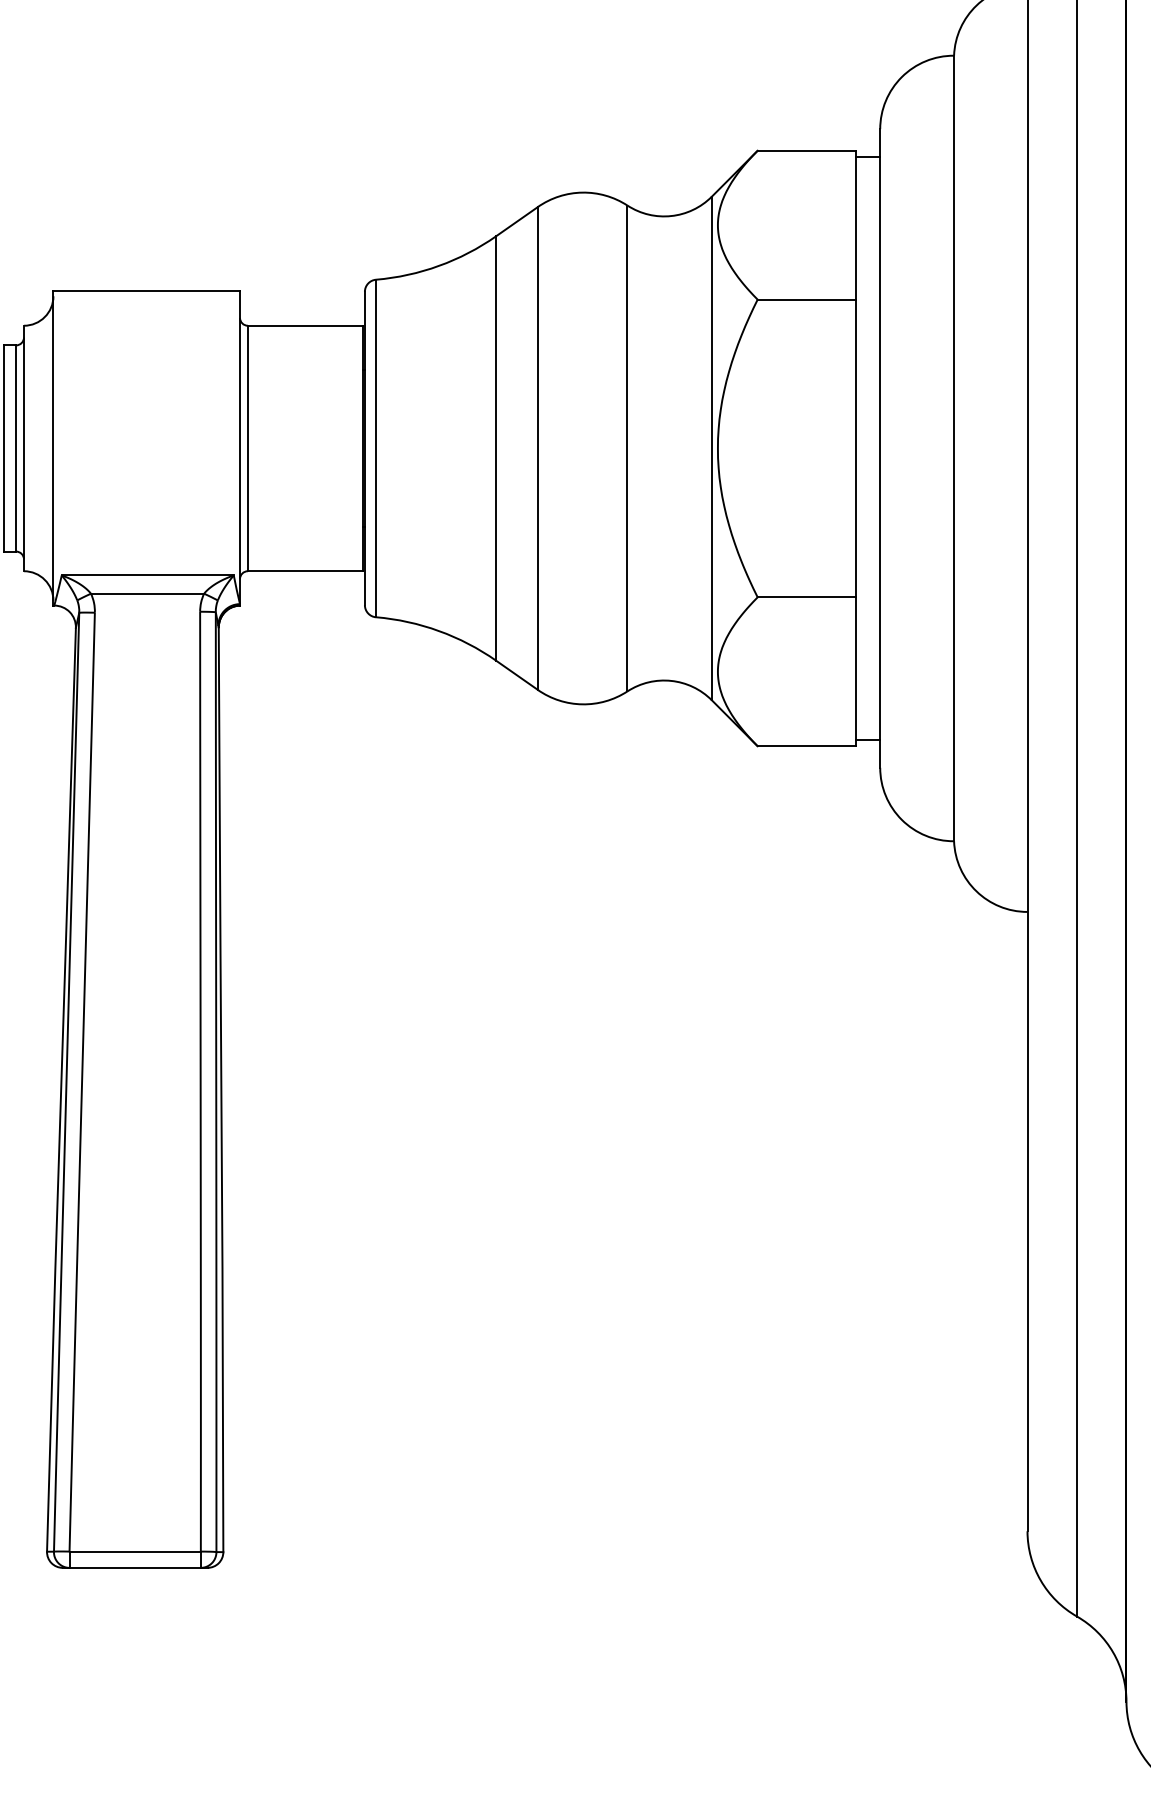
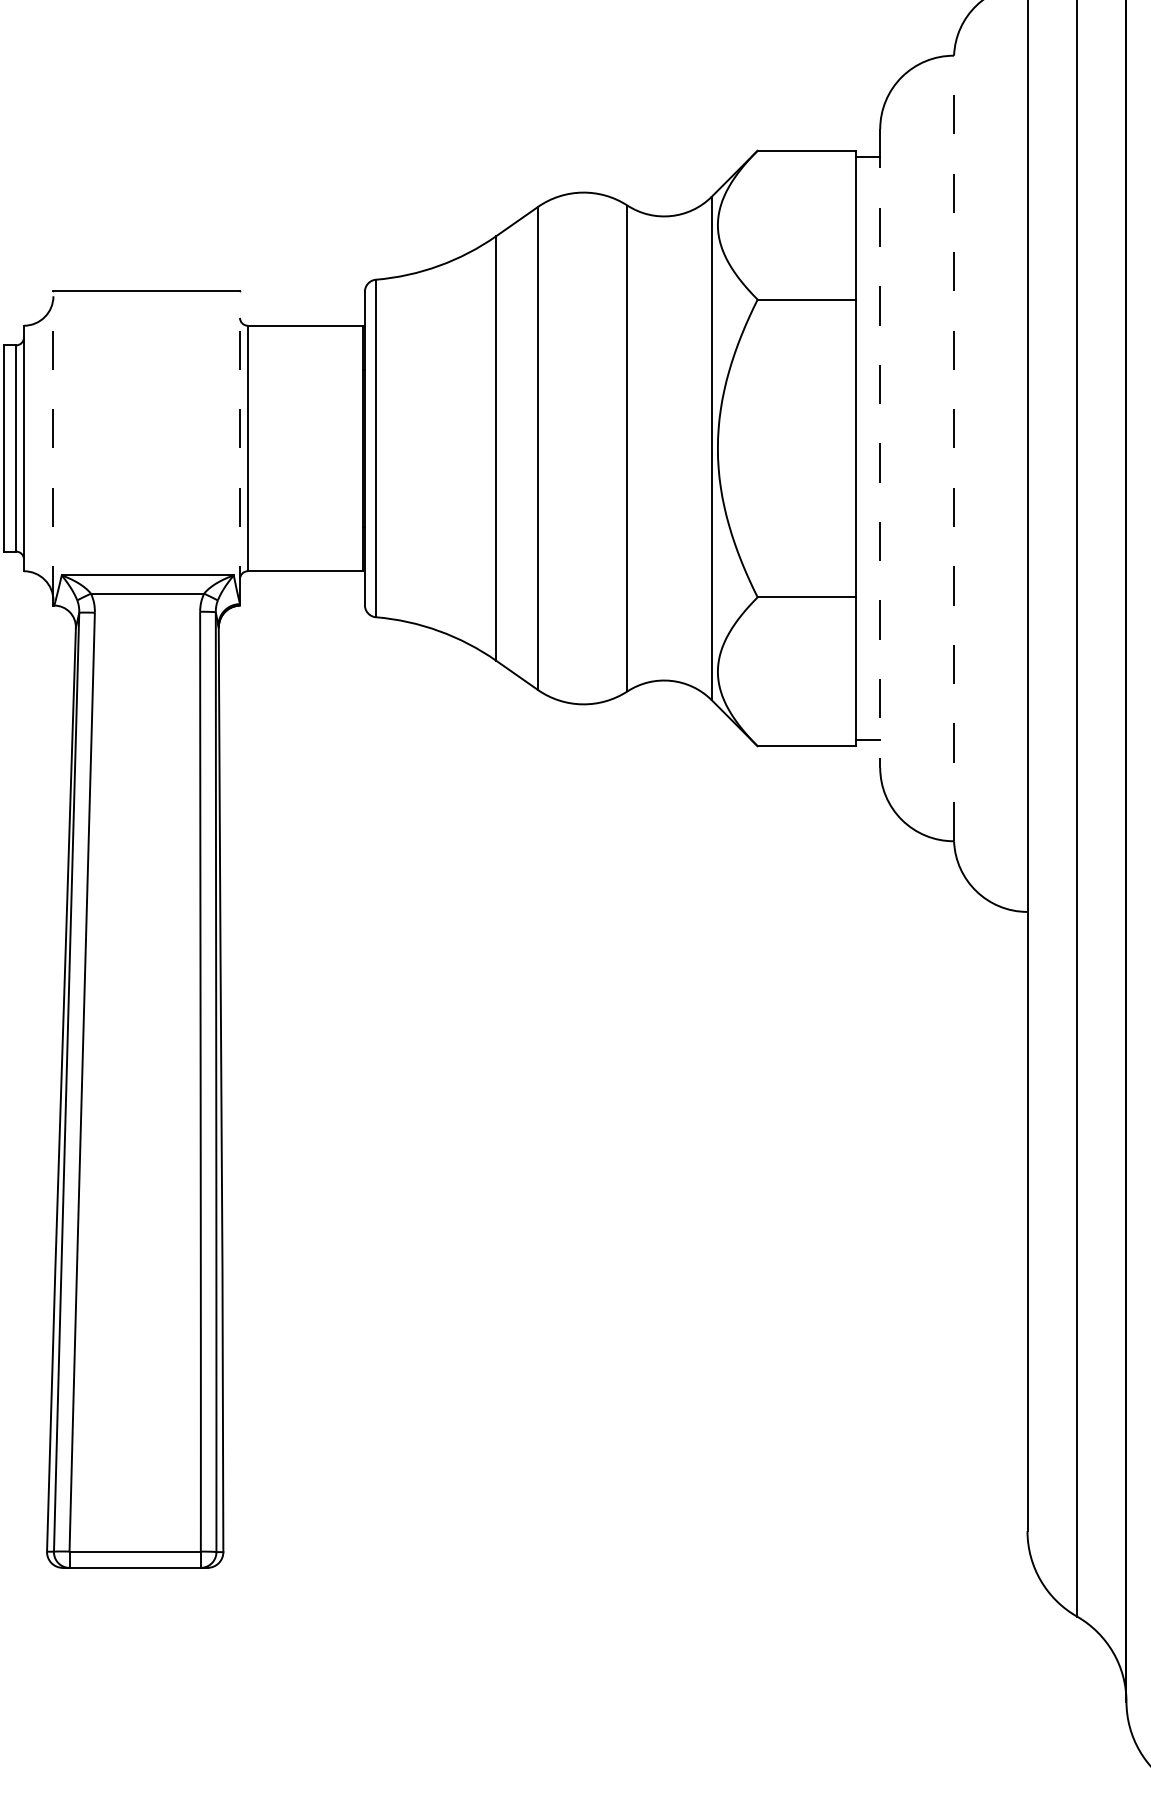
line at (53, 447): solid -> dashed
line at (240, 447): solid -> dashed
line at (880, 448): solid -> dashed
line at (954, 448): solid -> dashed
